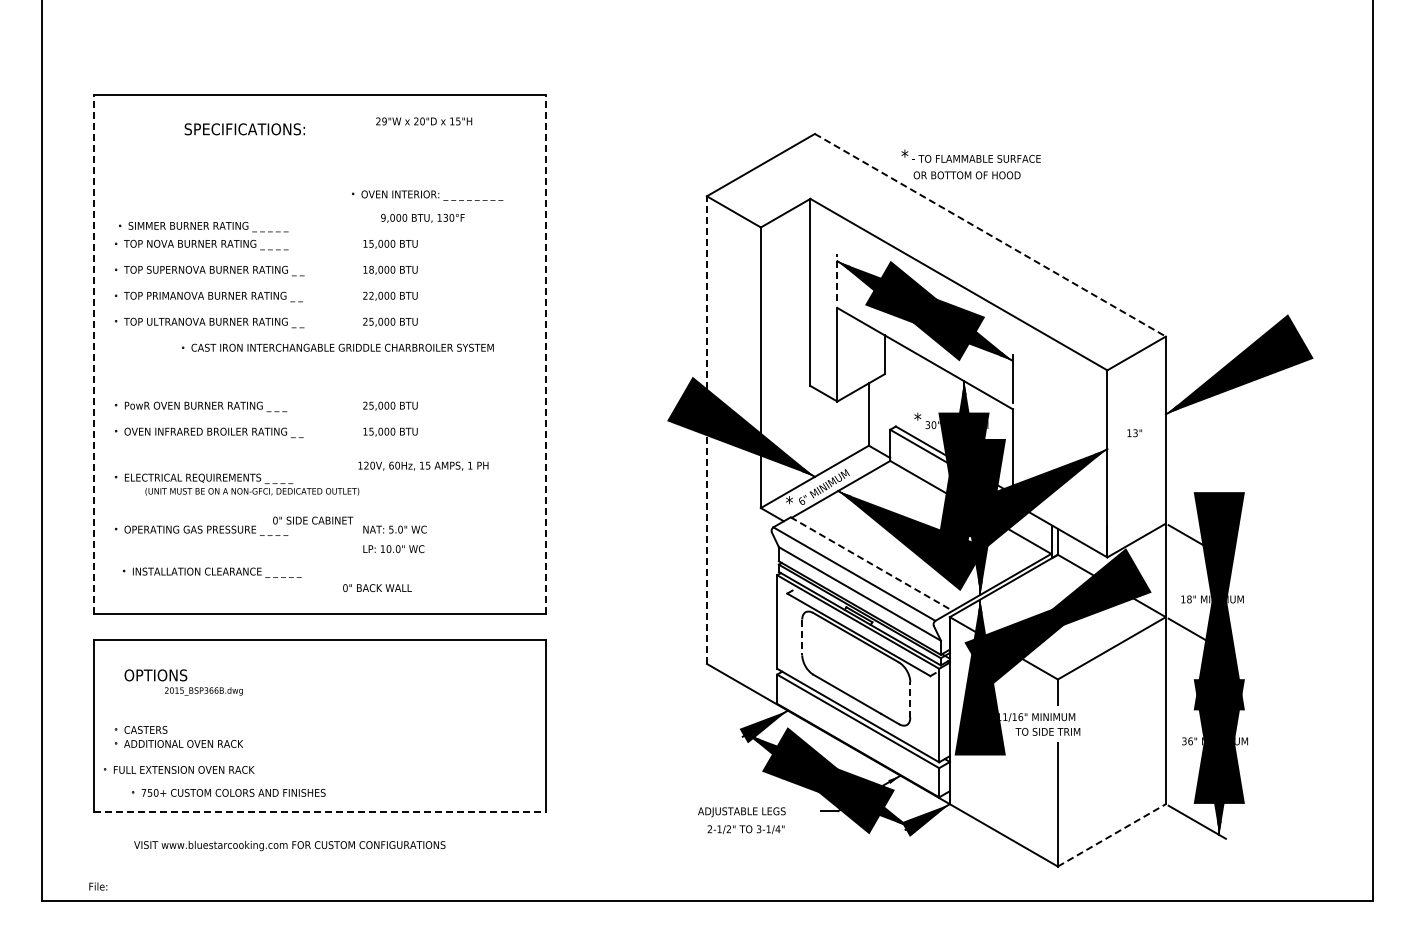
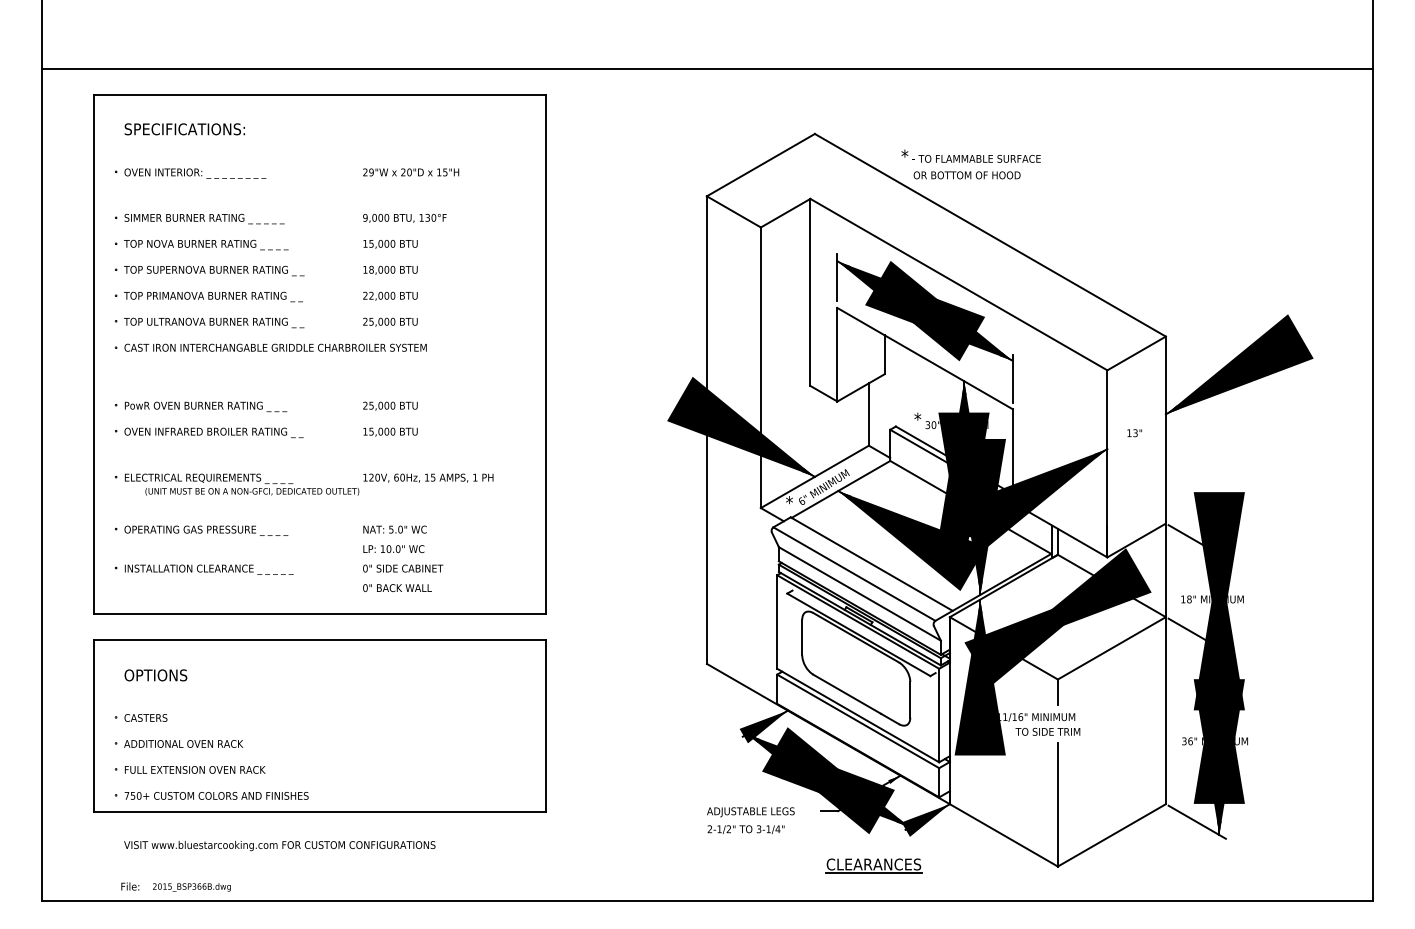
line at (707, 68): none -> present
text at (424, 121) position: (424, 121) -> (411, 172)
text at (244, 129) position: (244, 129) -> (184, 129)
text at (427, 195) position: (427, 195) -> (190, 173)
text at (422, 218) position: (422, 218) -> (404, 218)
text at (203, 227) position: (203, 227) -> (199, 219)
line at (990, 235): dashed -> solid
line at (837, 277): dashed -> solid
text at (337, 347) position: (337, 347) -> (270, 347)
line at (94, 354): dashed -> solid
line at (546, 354): dashed -> solid
line at (706, 430): dashed -> solid
text at (423, 465) position: (423, 465) -> (428, 477)
text at (313, 520) position: (313, 520) -> (403, 568)
line at (871, 564): dashed -> solid
text at (212, 572) position: (212, 572) -> (204, 569)
text at (377, 587) position: (377, 587) -> (397, 587)
line at (802, 637): dashed -> solid
text at (203, 691) position: (203, 691) -> (191, 887)
line at (910, 699): dashed -> solid
text at (140, 729) position: (140, 729) -> (140, 717)
text at (178, 769) position: (178, 769) -> (189, 769)
text at (228, 792) position: (228, 792) -> (211, 795)
line at (320, 811): dashed -> solid
text at (741, 812) position: (741, 812) -> (750, 812)
line at (1112, 835): dashed -> solid
text at (289, 846) position: (289, 846) -> (279, 846)
part at (873, 865): none -> present
text at (98, 886) position: (98, 886) -> (130, 886)
